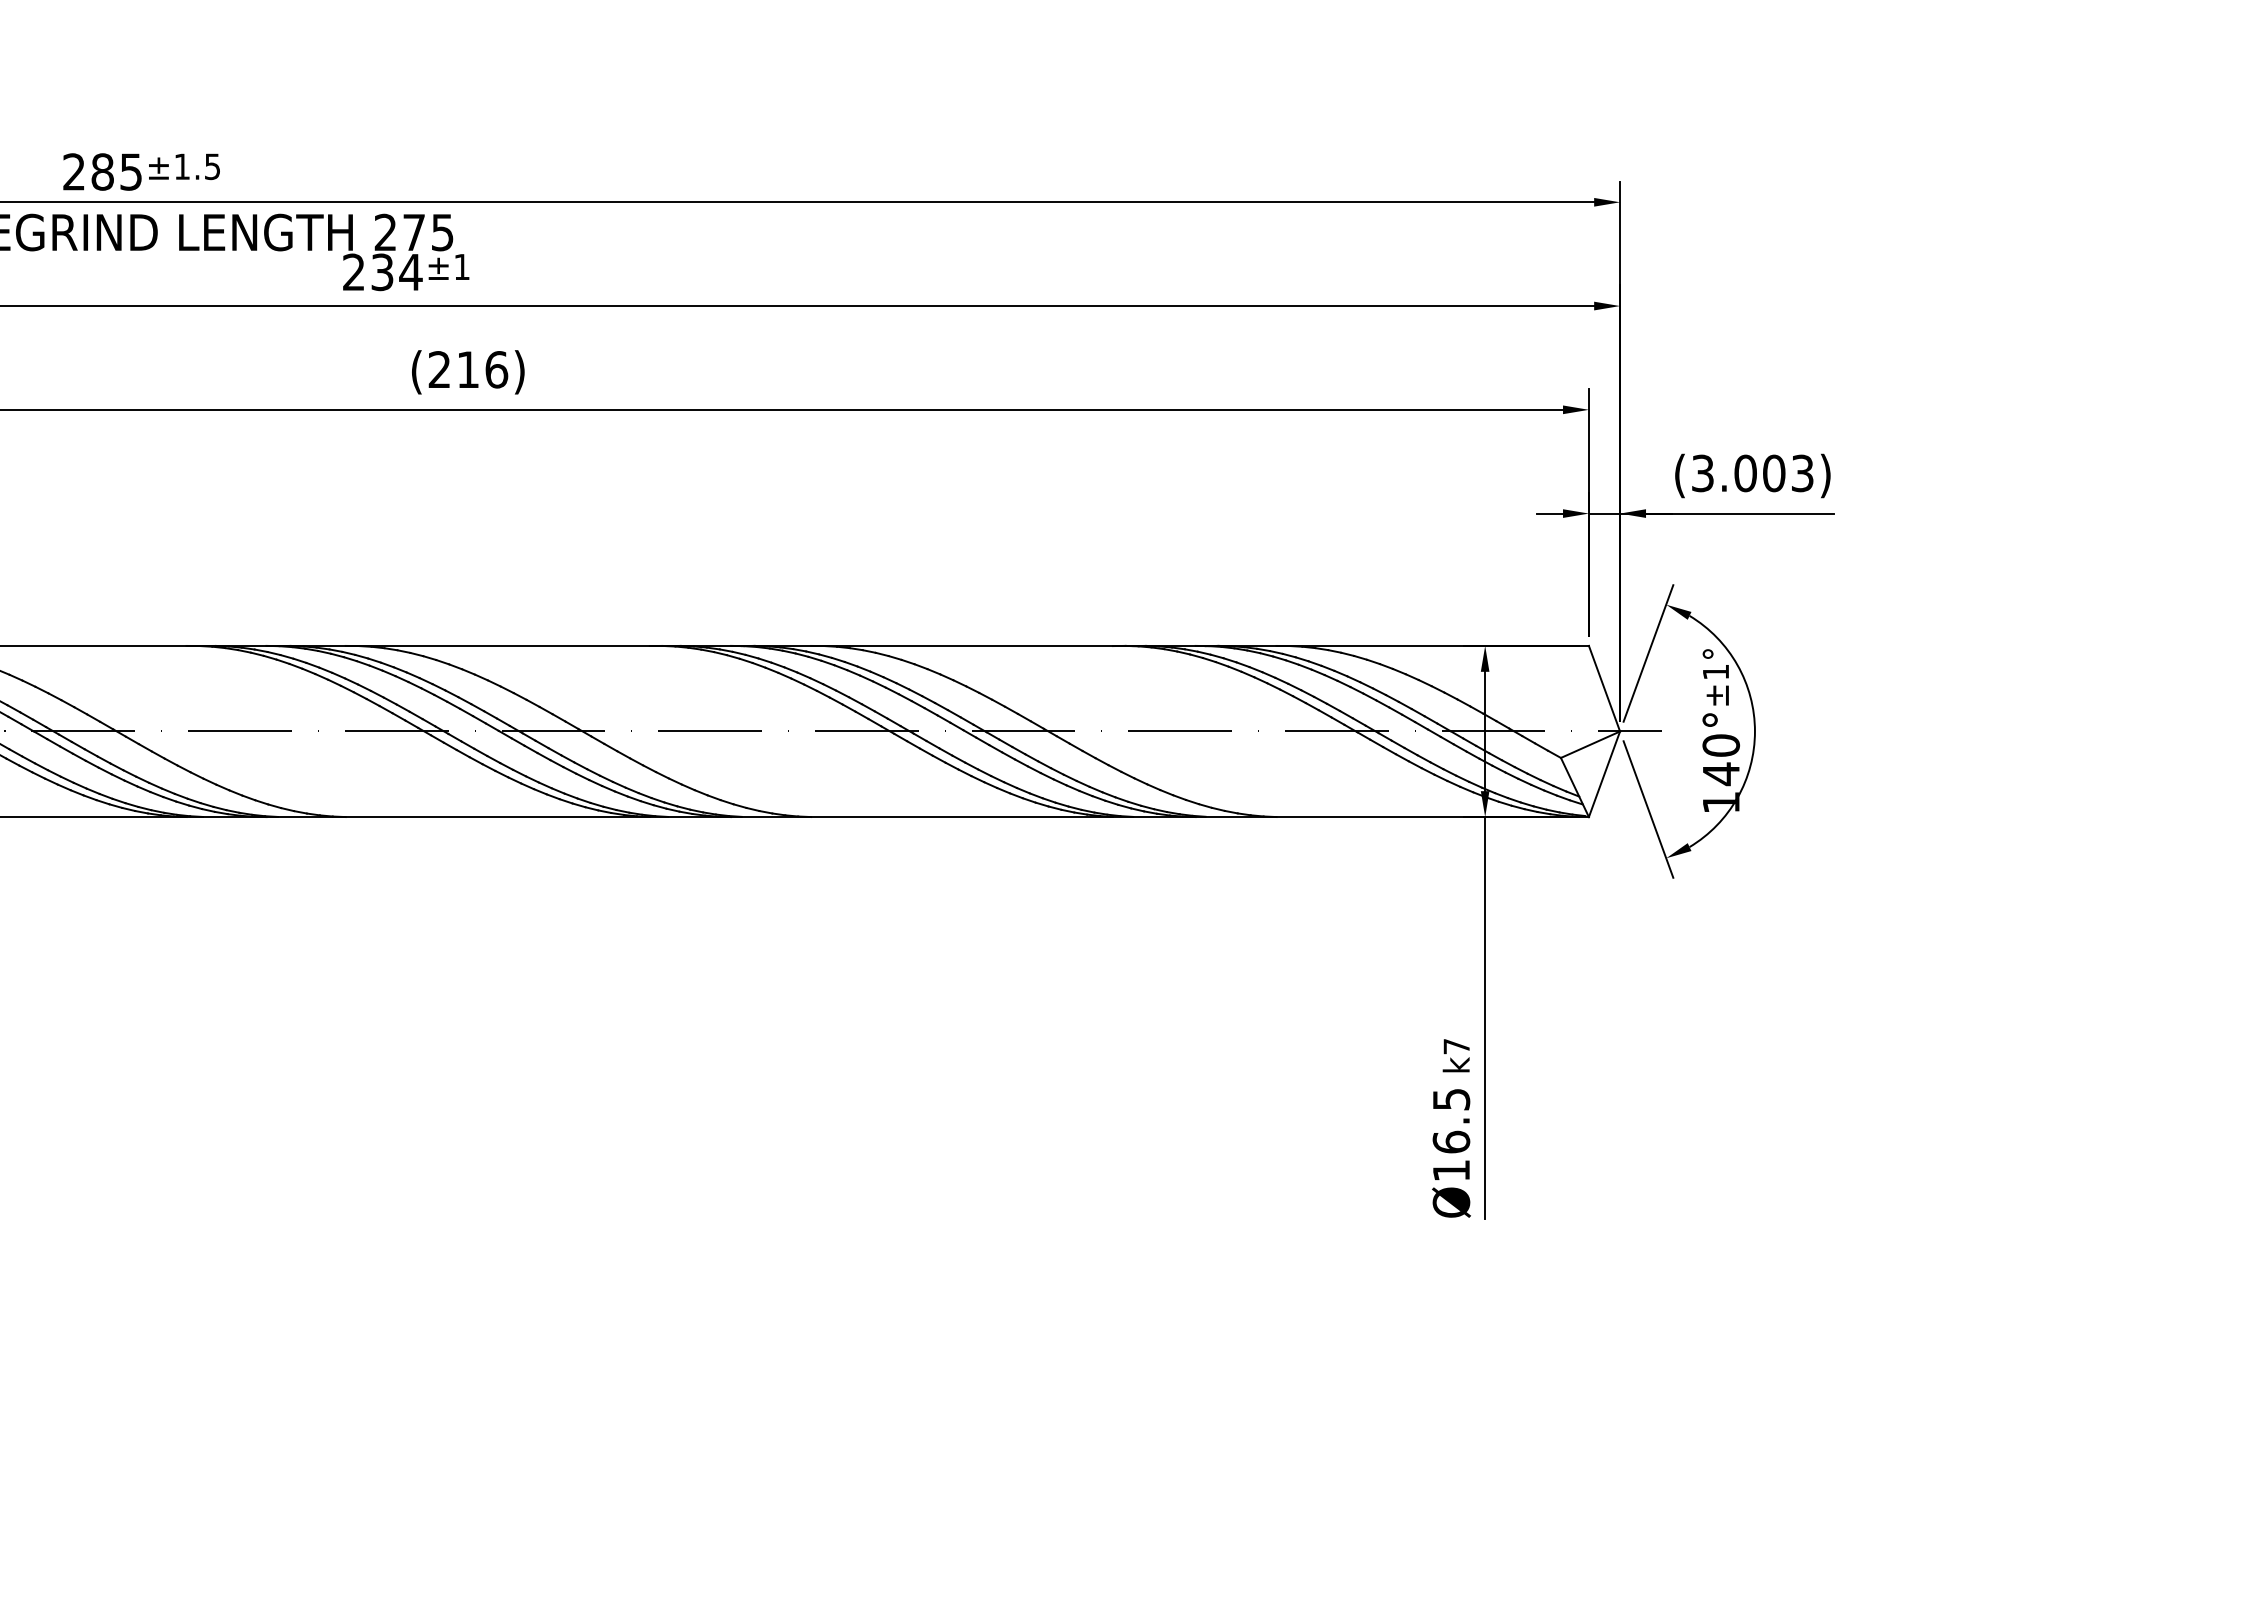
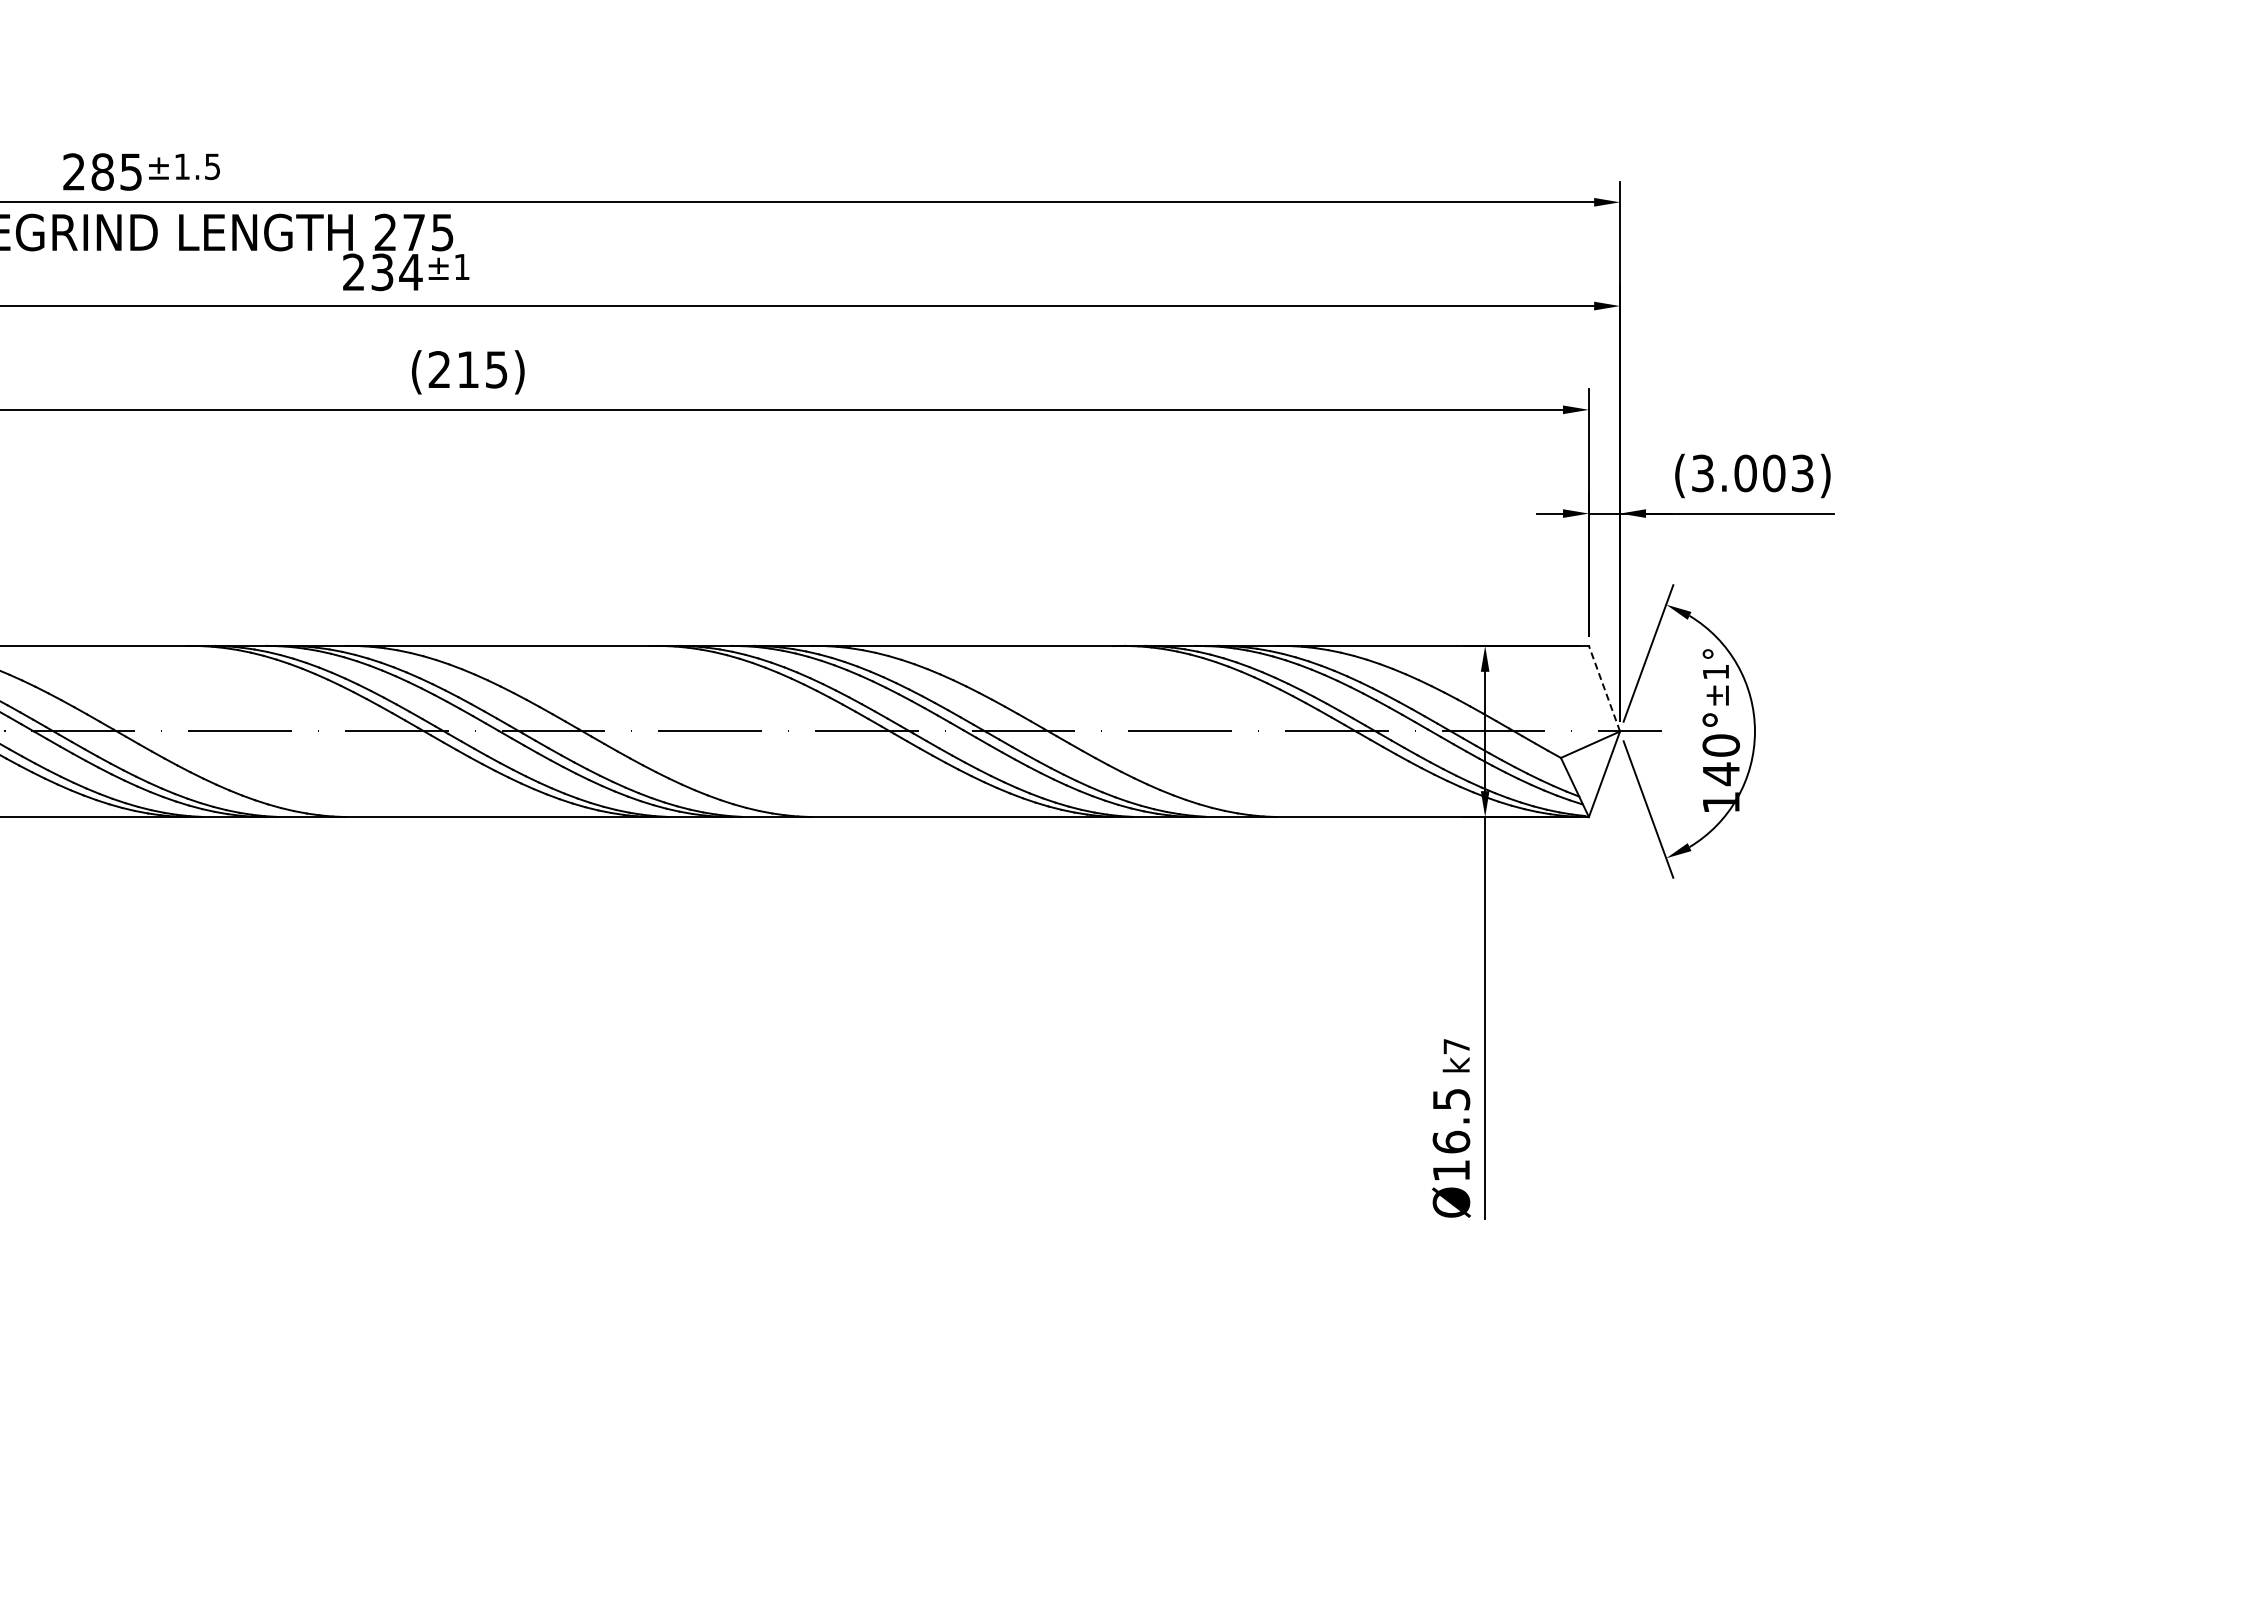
text at (496, 369): (216) -> (215)
line at (1604, 688): solid -> dashed
